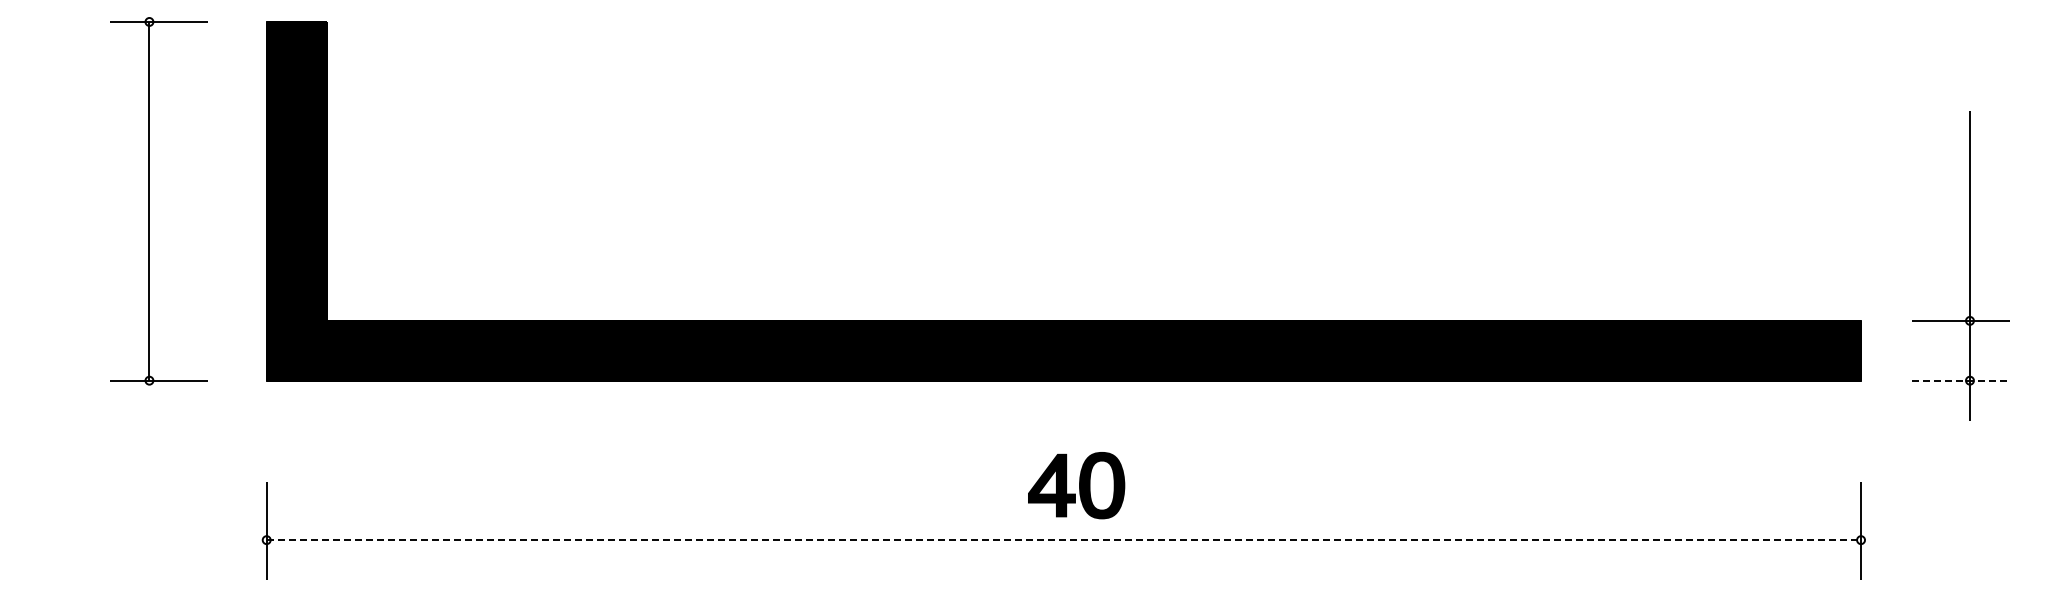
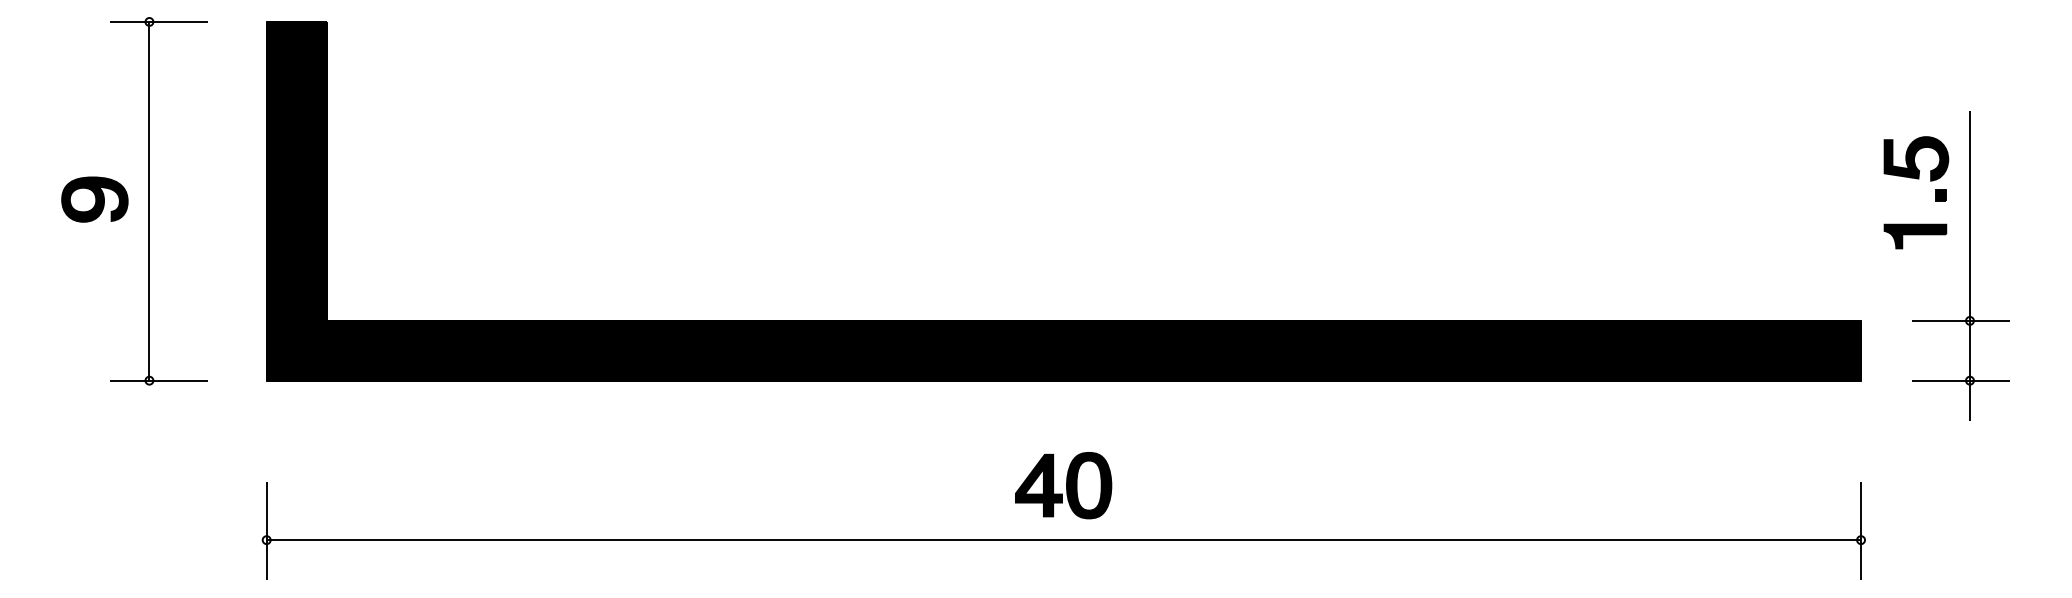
part at (1916, 179): none -> present
part at (94, 199): none -> present
line at (1961, 380): dashed -> solid
part at (1076, 485) position: (1076, 485) -> (1063, 485)
line at (1064, 540): dashed -> solid
